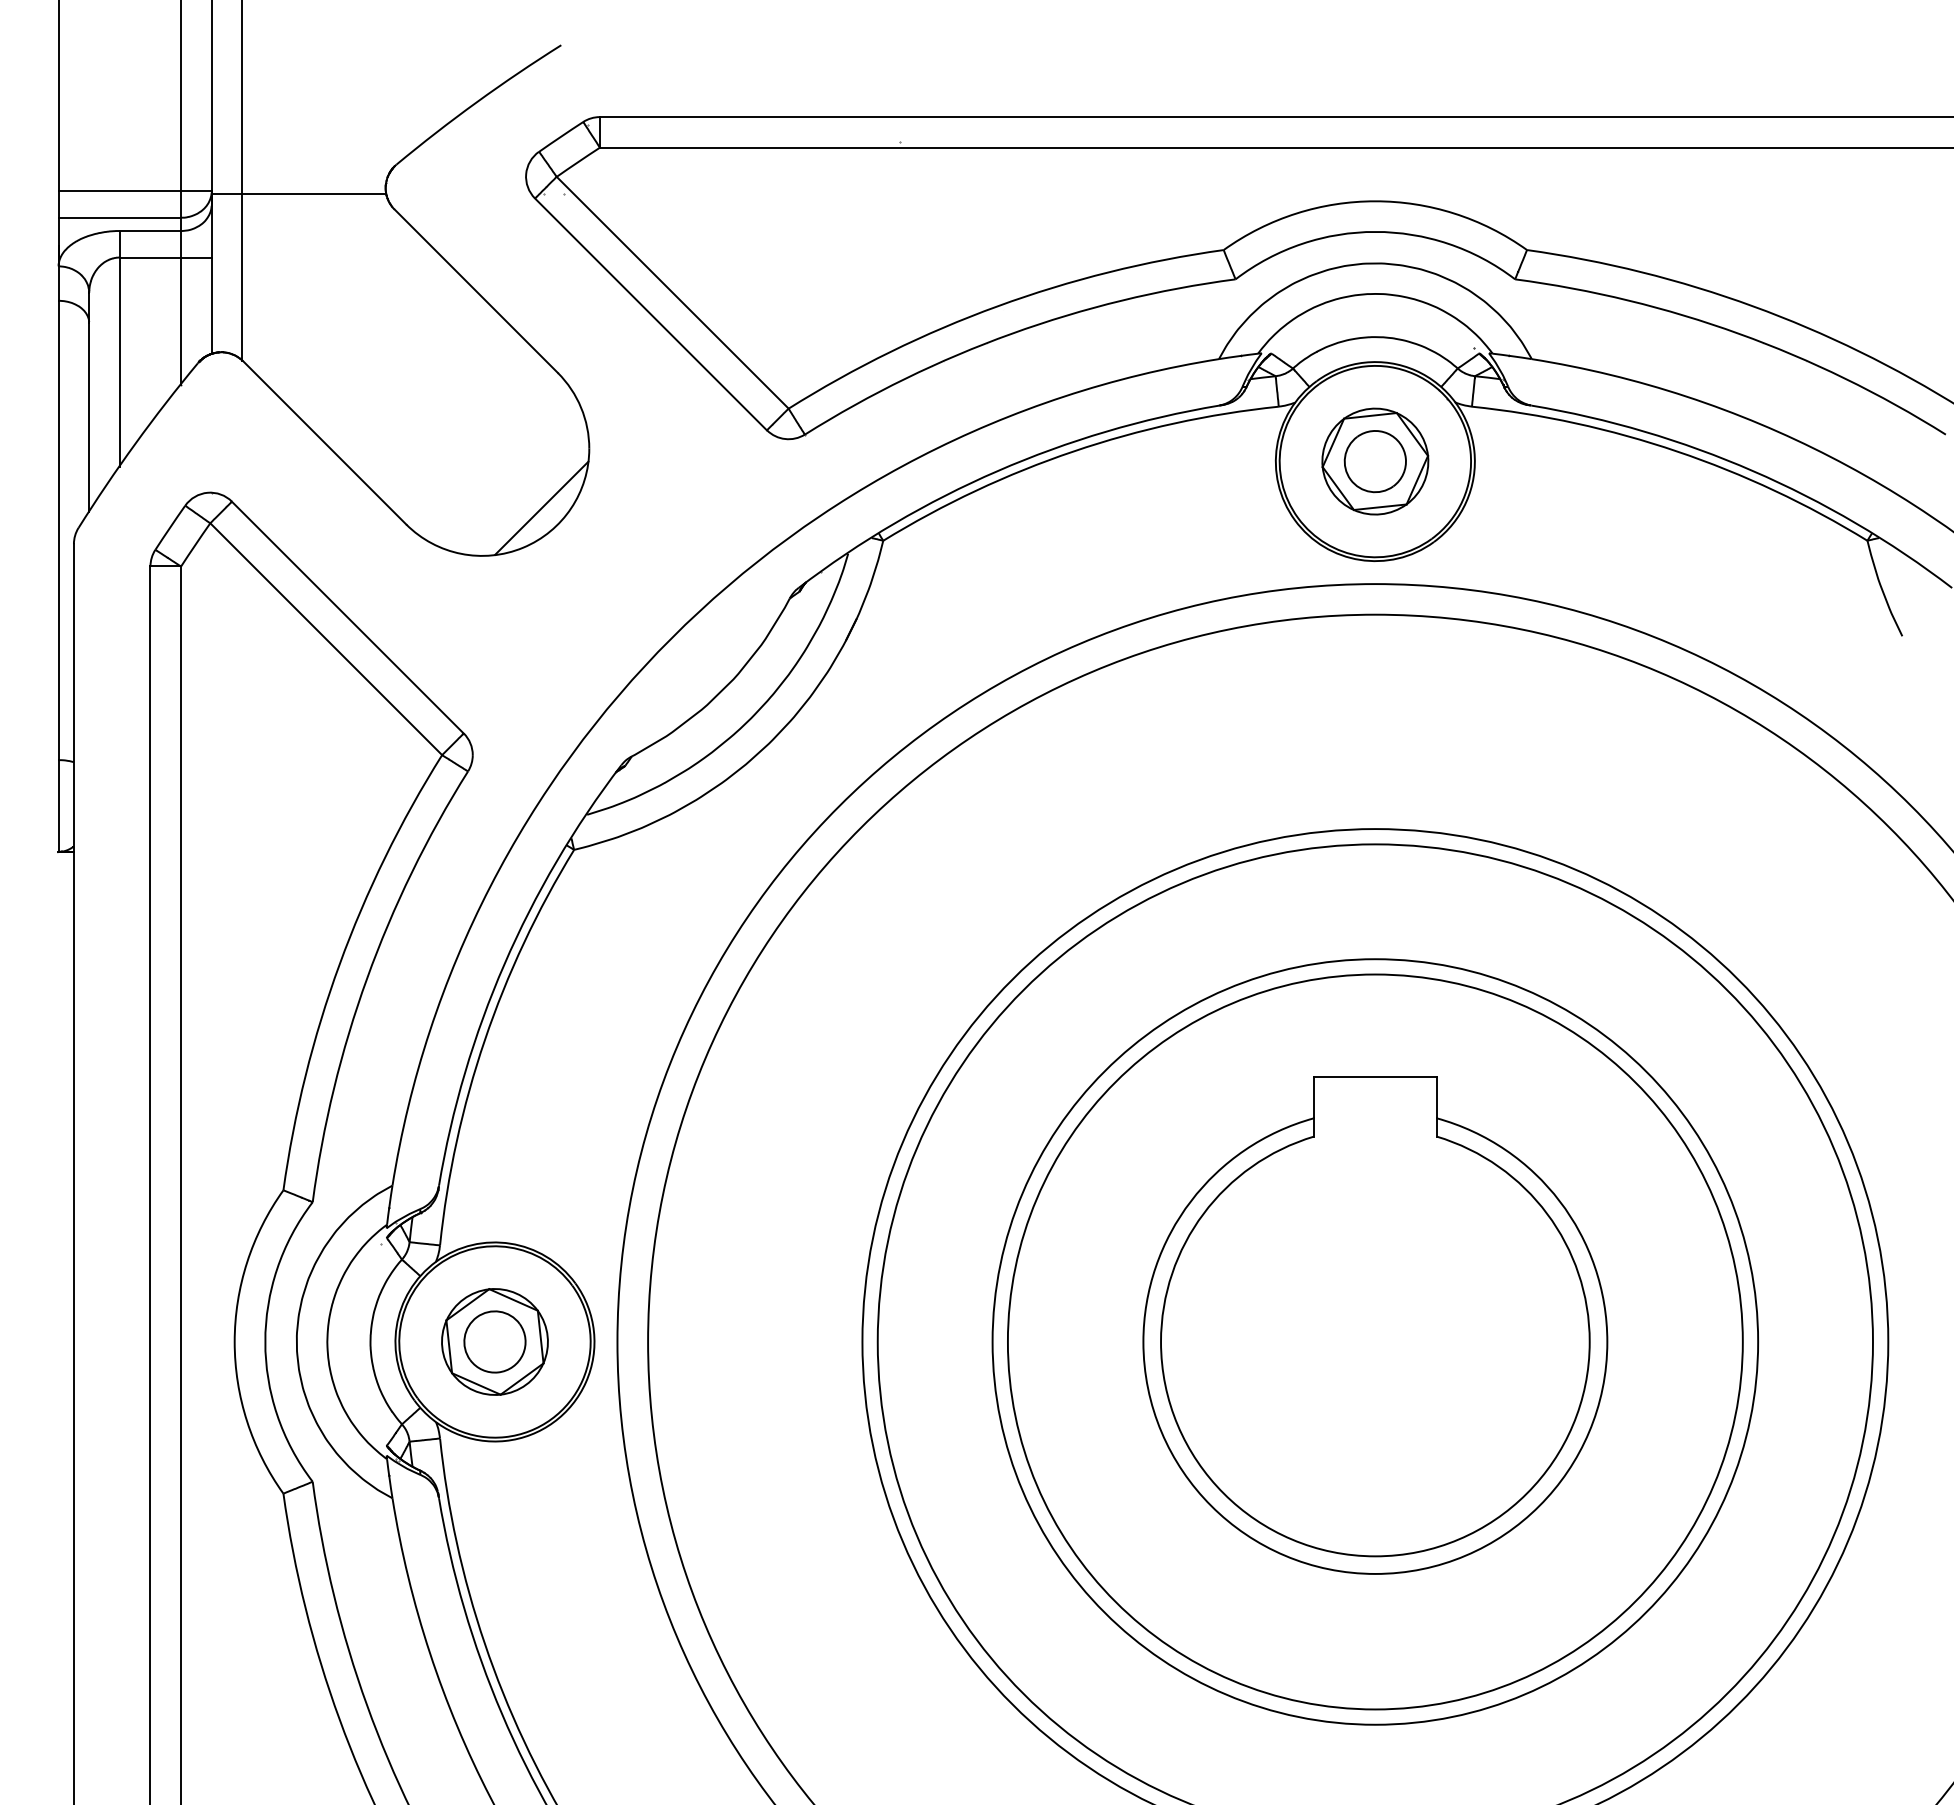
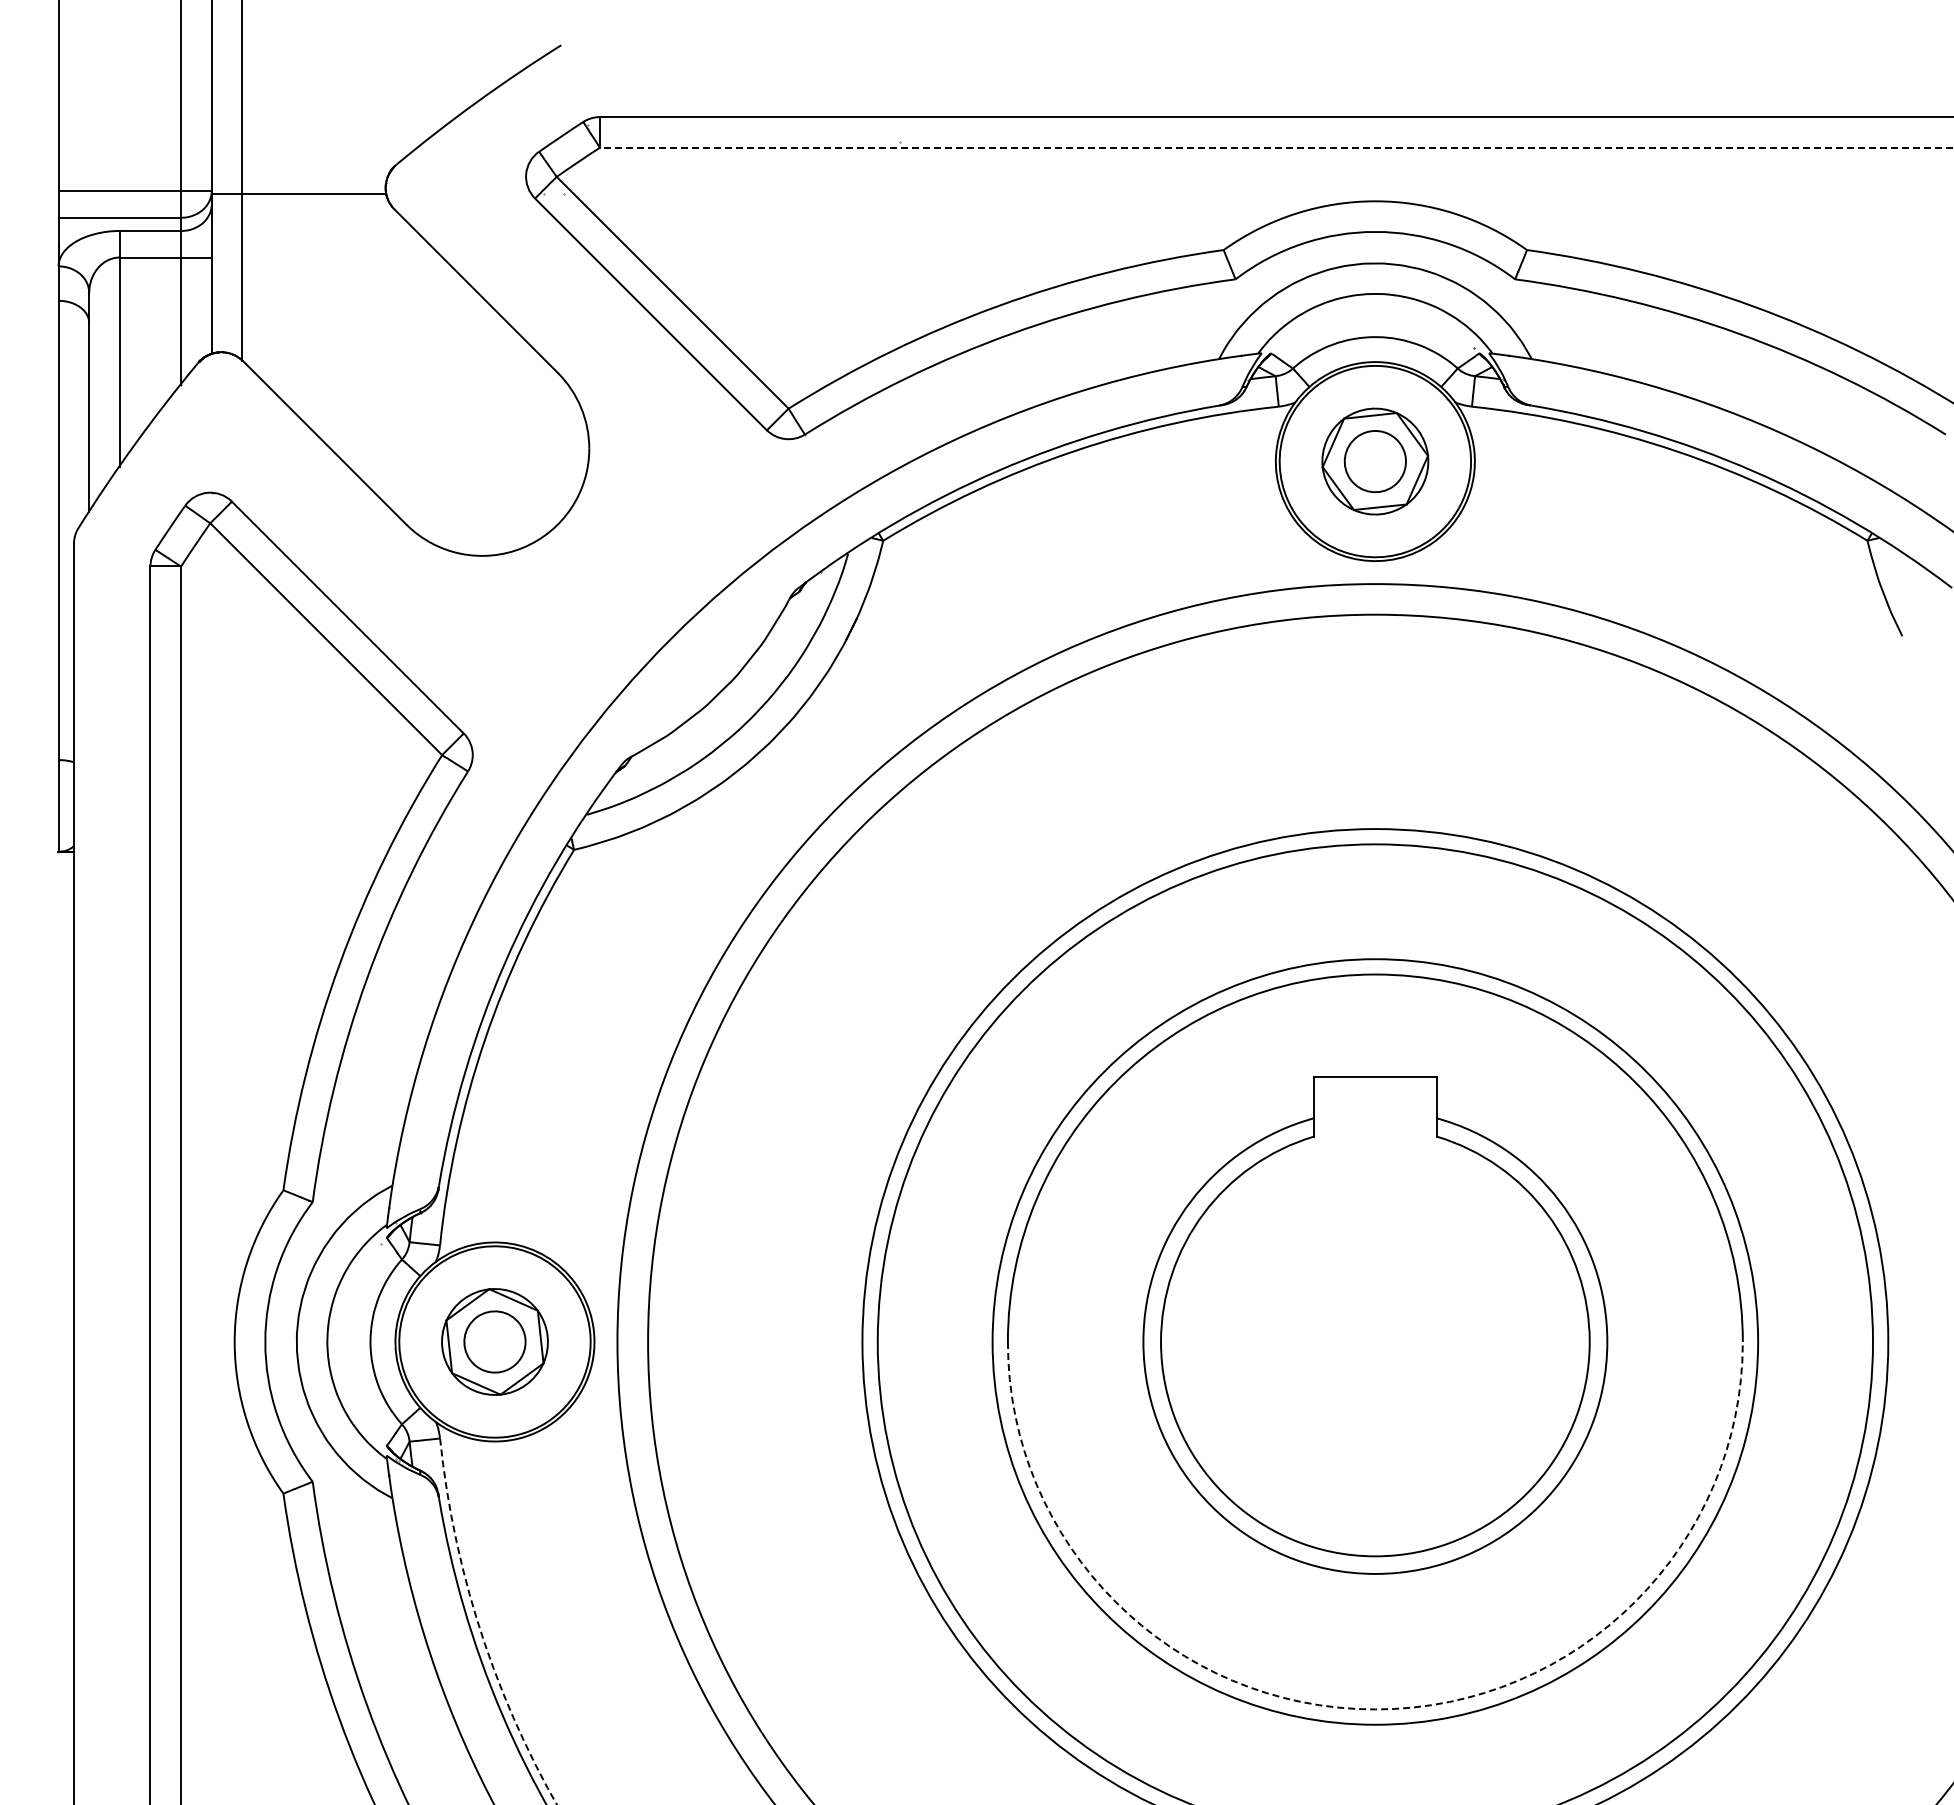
line at (1276, 147): solid -> dashed
line at (541, 507): present -> none
arc at (479, 1628): solid -> dashed
arc at (1375, 1709): solid -> dashed
